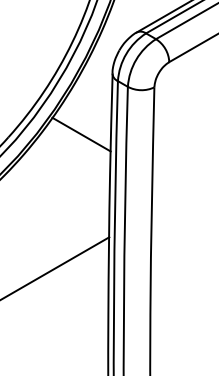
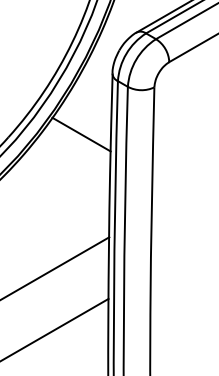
line at (55, 328): none -> present
